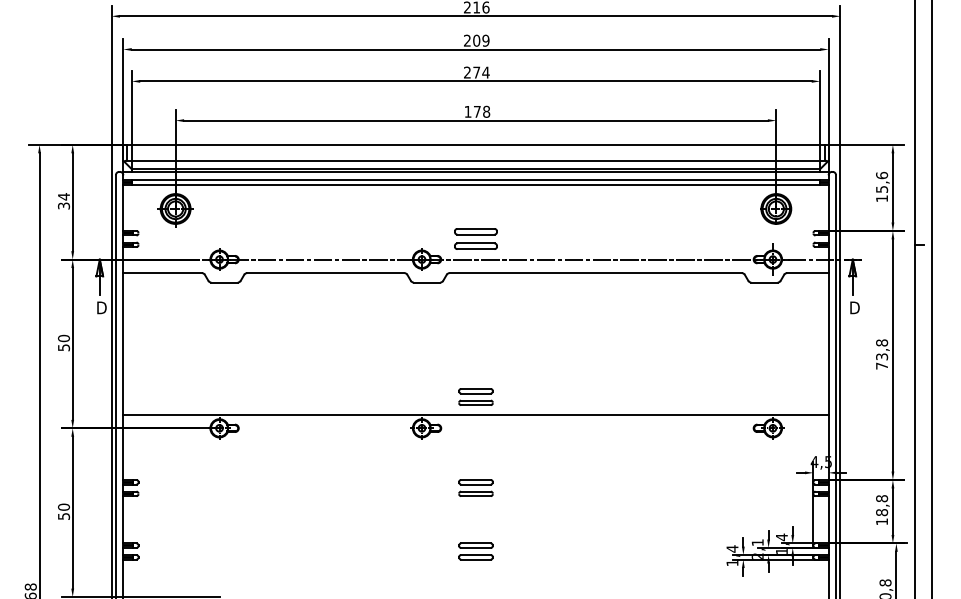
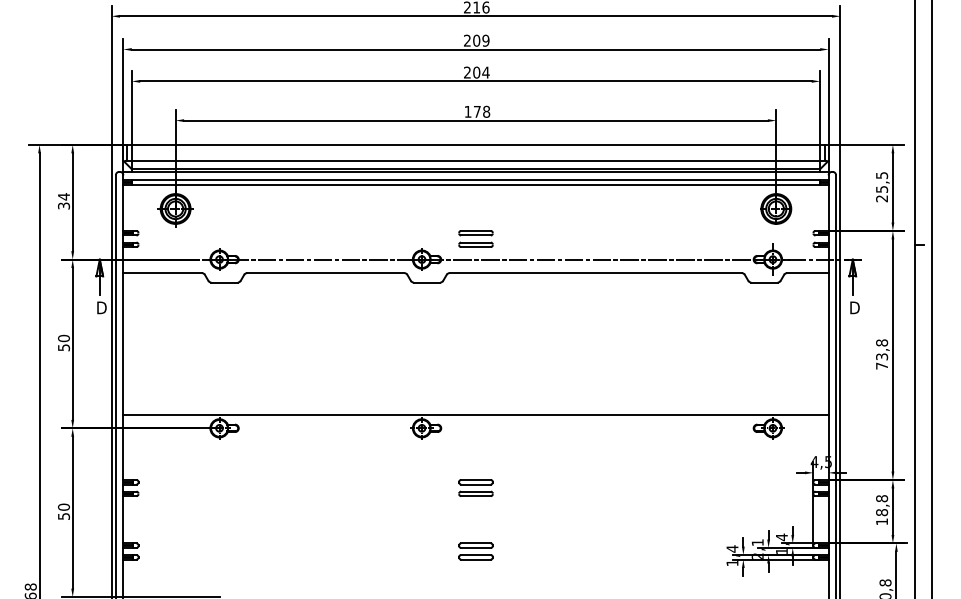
text at (476, 72): 274 -> 204
text at (882, 186): 15,6 -> 25,5
part at (475, 238) size: 44x22 px -> 36x18 px
part at (475, 396): present -> none
